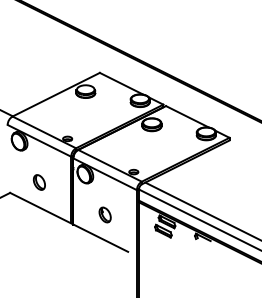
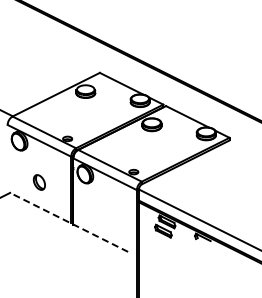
line at (201, 210): present -> none
part at (104, 214): present -> none
line at (69, 222): solid -> dashed
